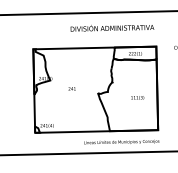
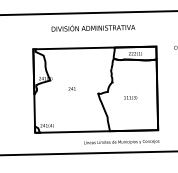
text at (112, 28) position: (112, 28) -> (93, 28)
text at (137, 97) position: (137, 97) -> (130, 97)
